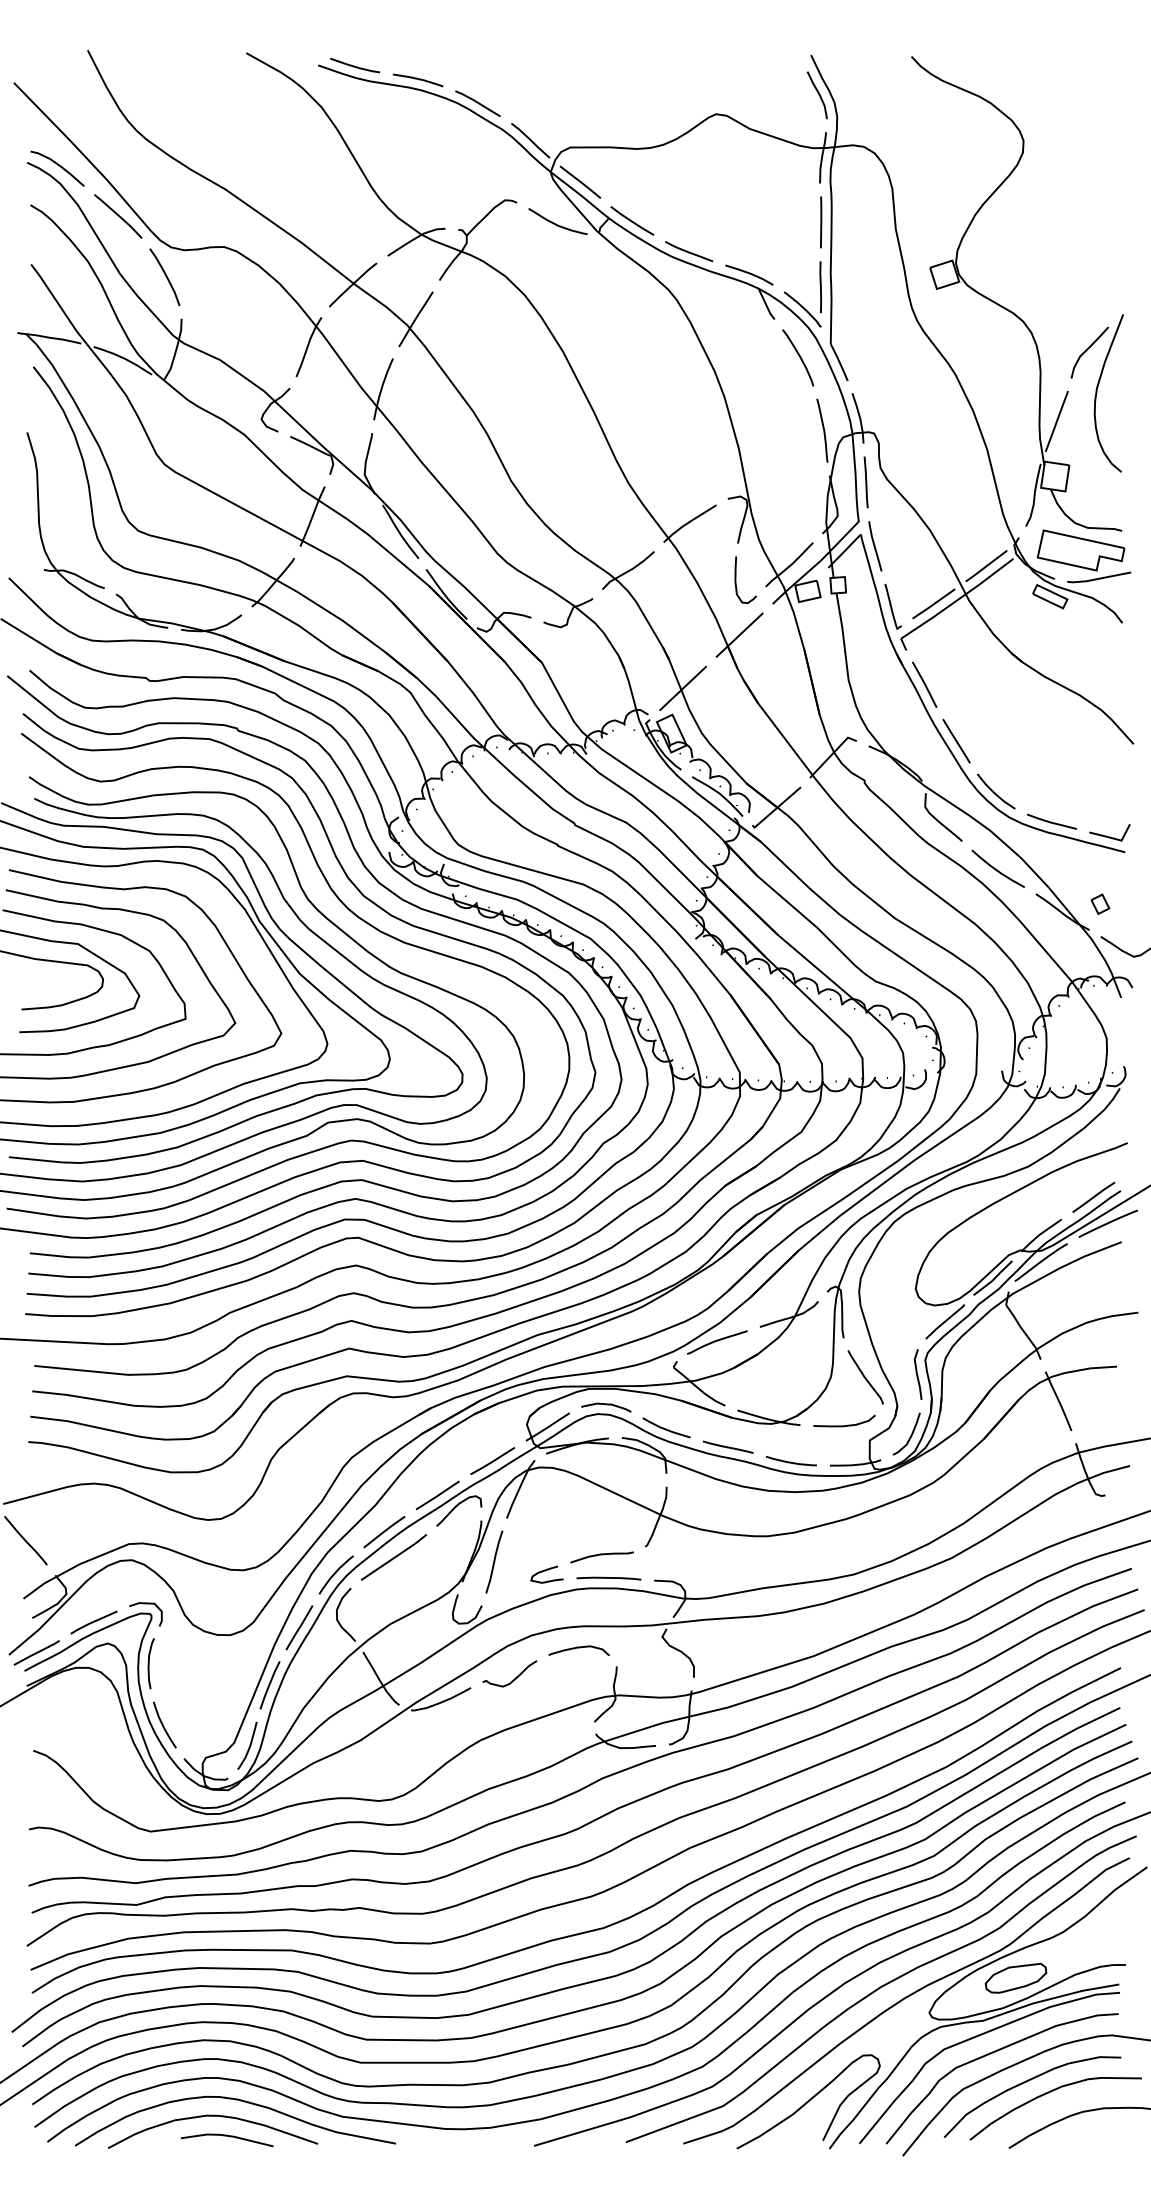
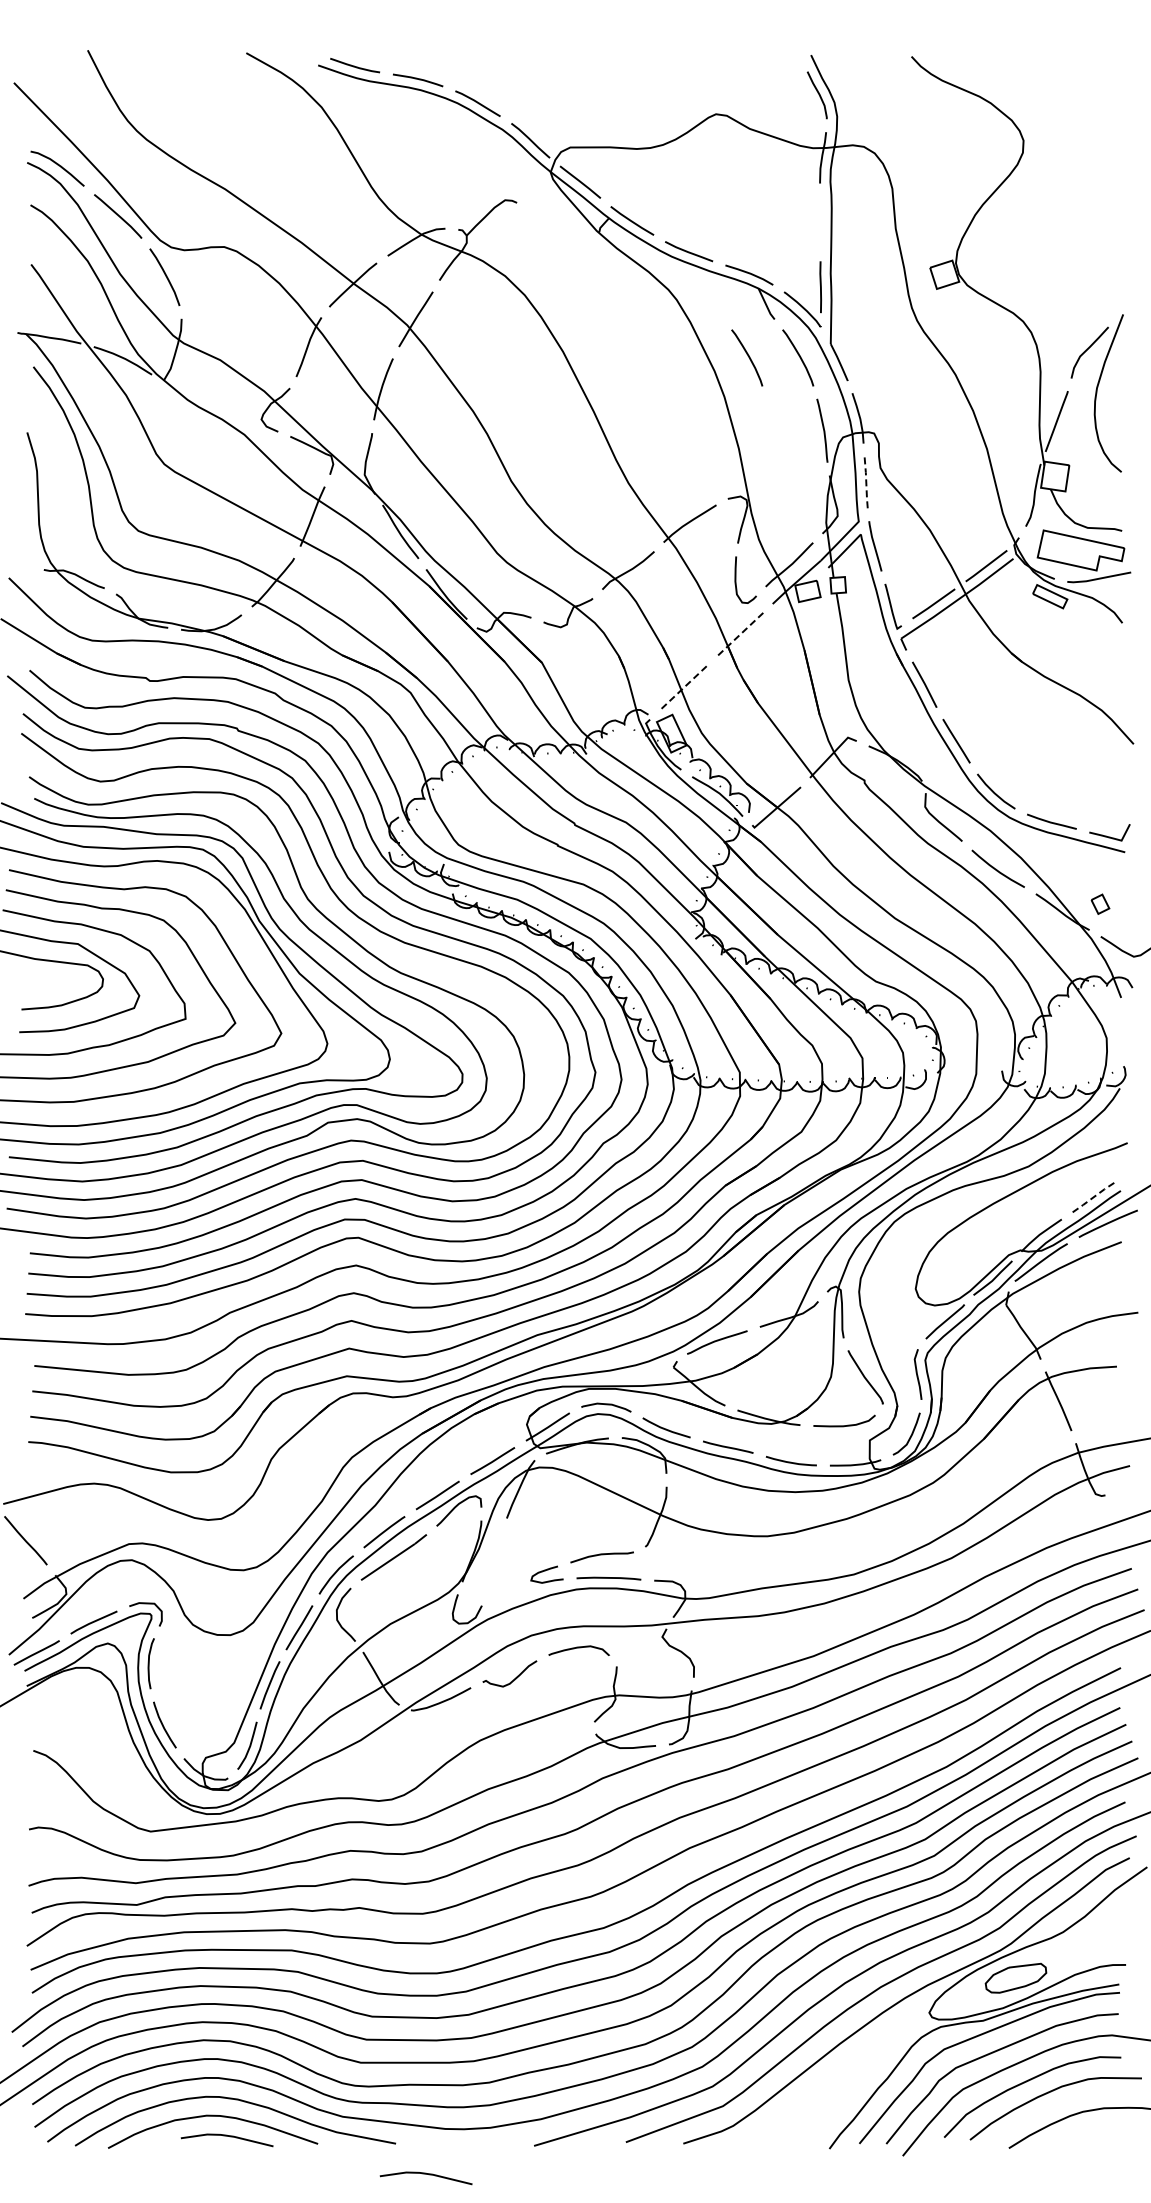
line at (821, 222): present -> none
curve at (556, 223): present -> none
curve at (747, 356): none -> present
line at (866, 482): solid -> dashed
line at (738, 636): solid -> dashed
line at (682, 689): solid -> dashed
line at (1094, 1196): solid -> dashed
line at (494, 1561): present -> none
curve at (808, 2101): present -> none
line at (425, 2174): none -> present
